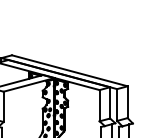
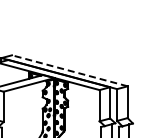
line at (69, 70): solid -> dashed
